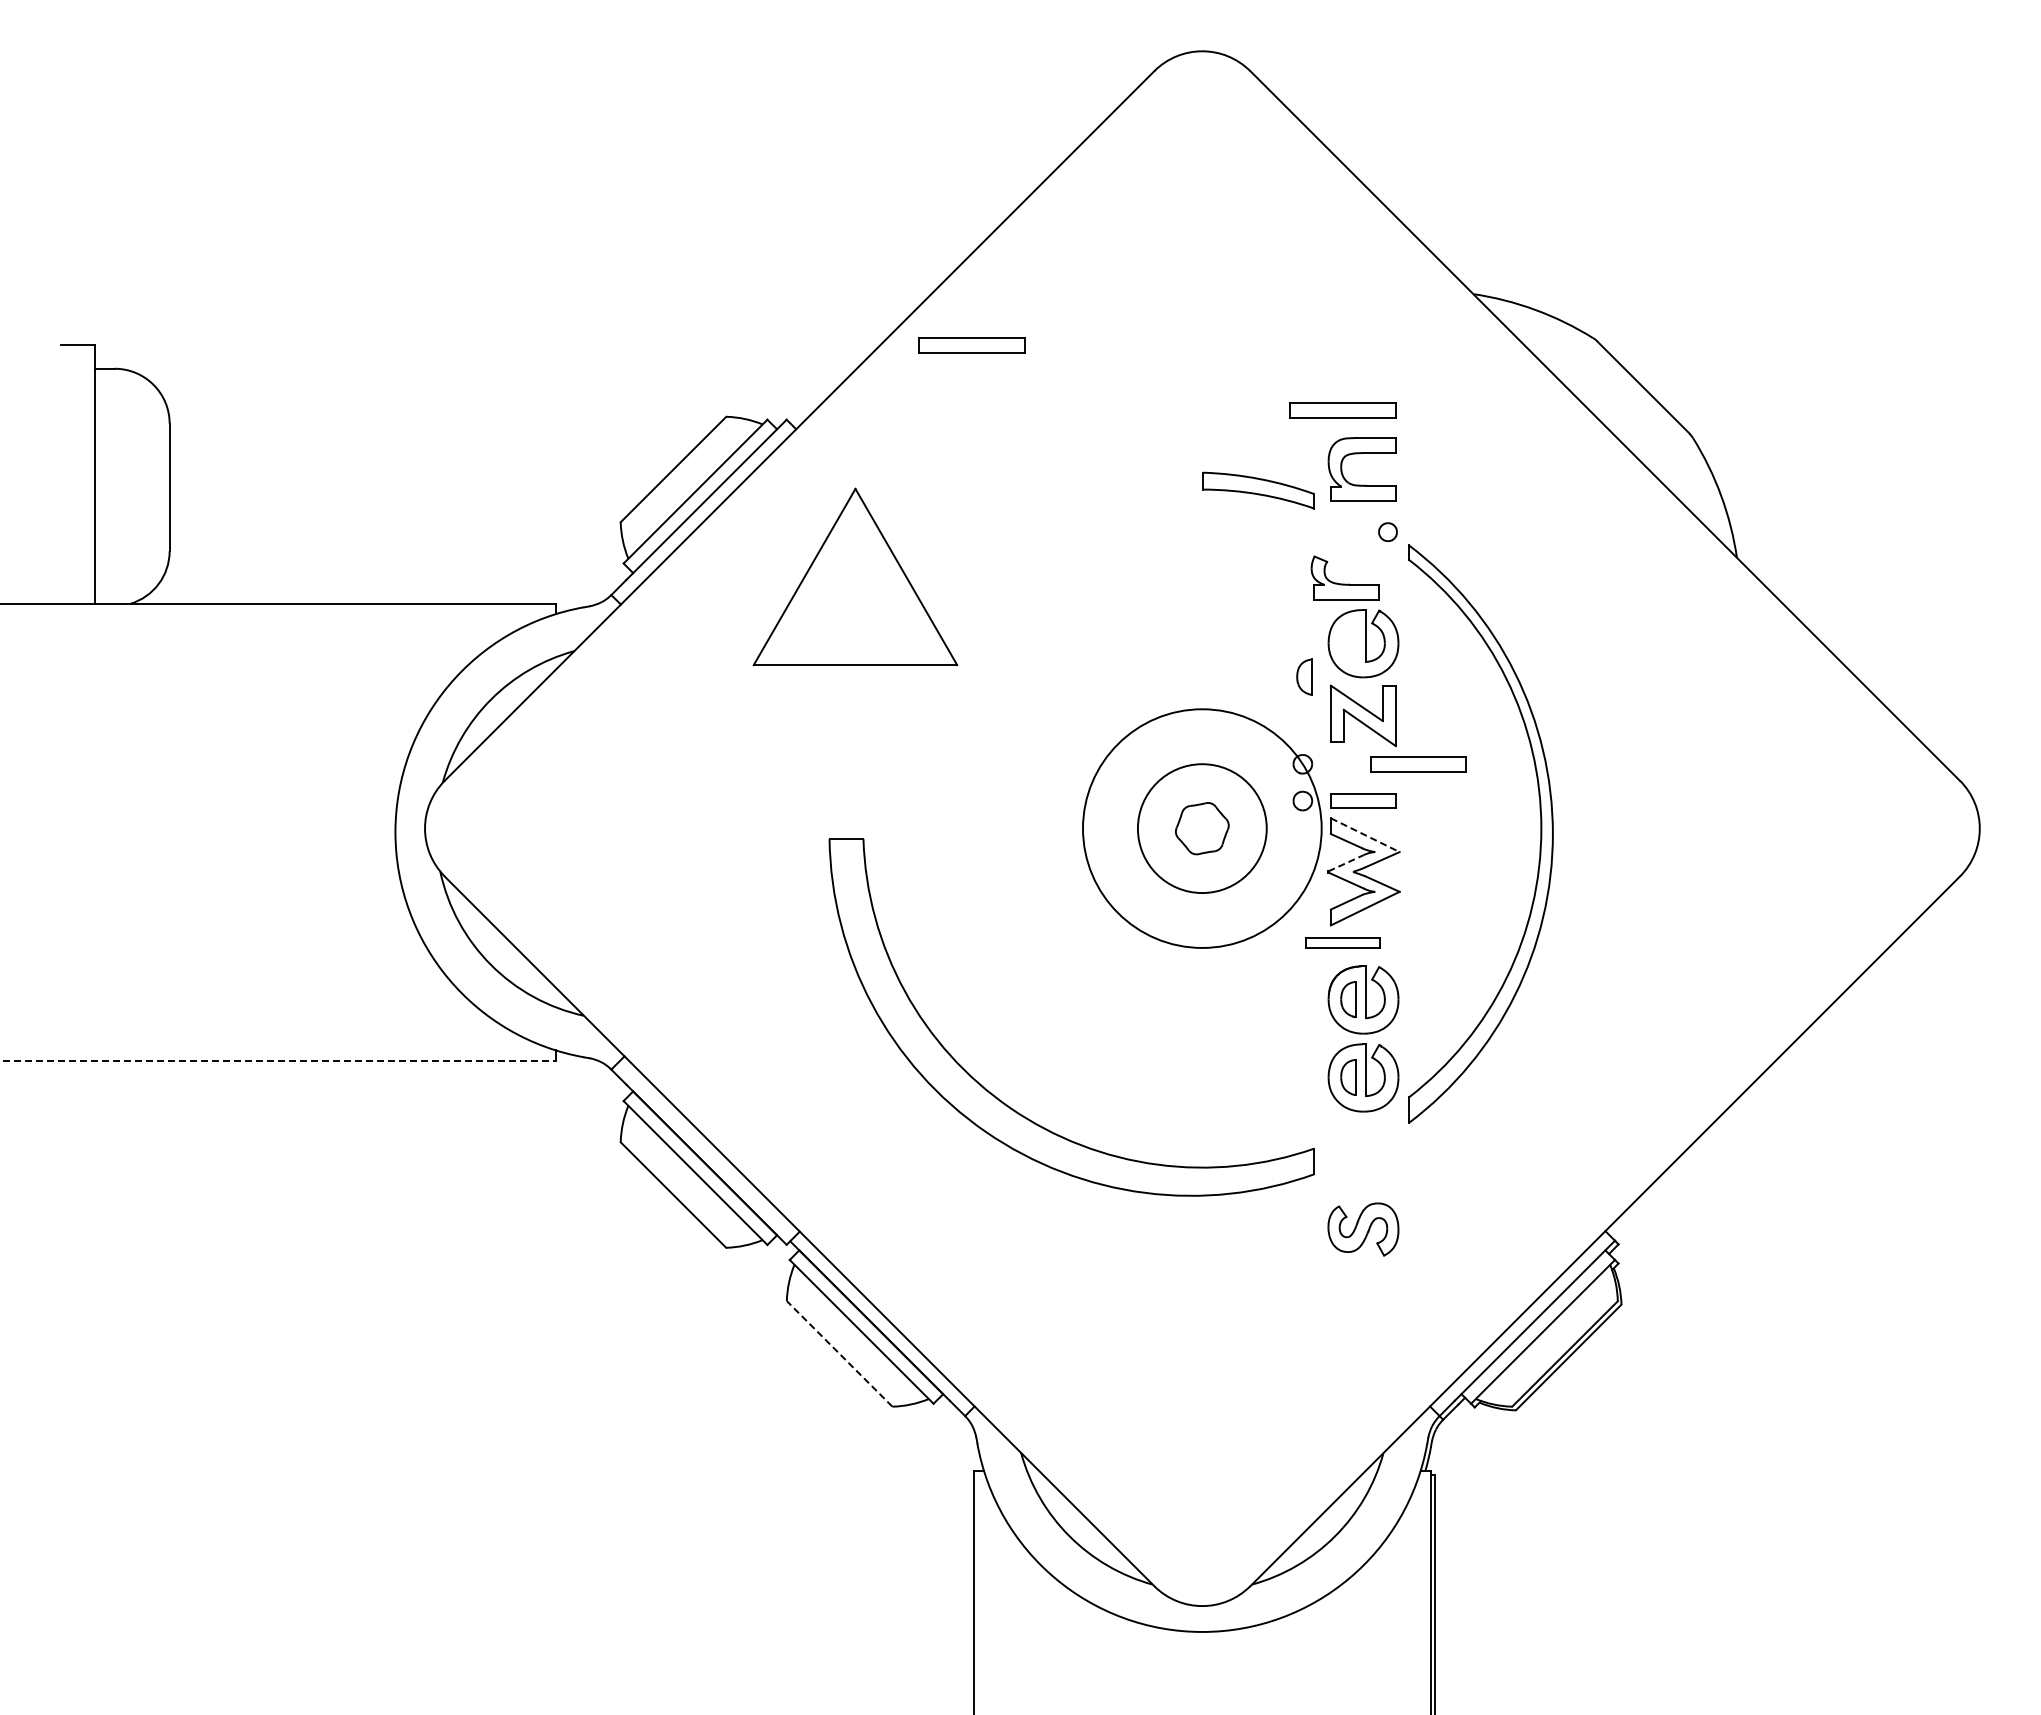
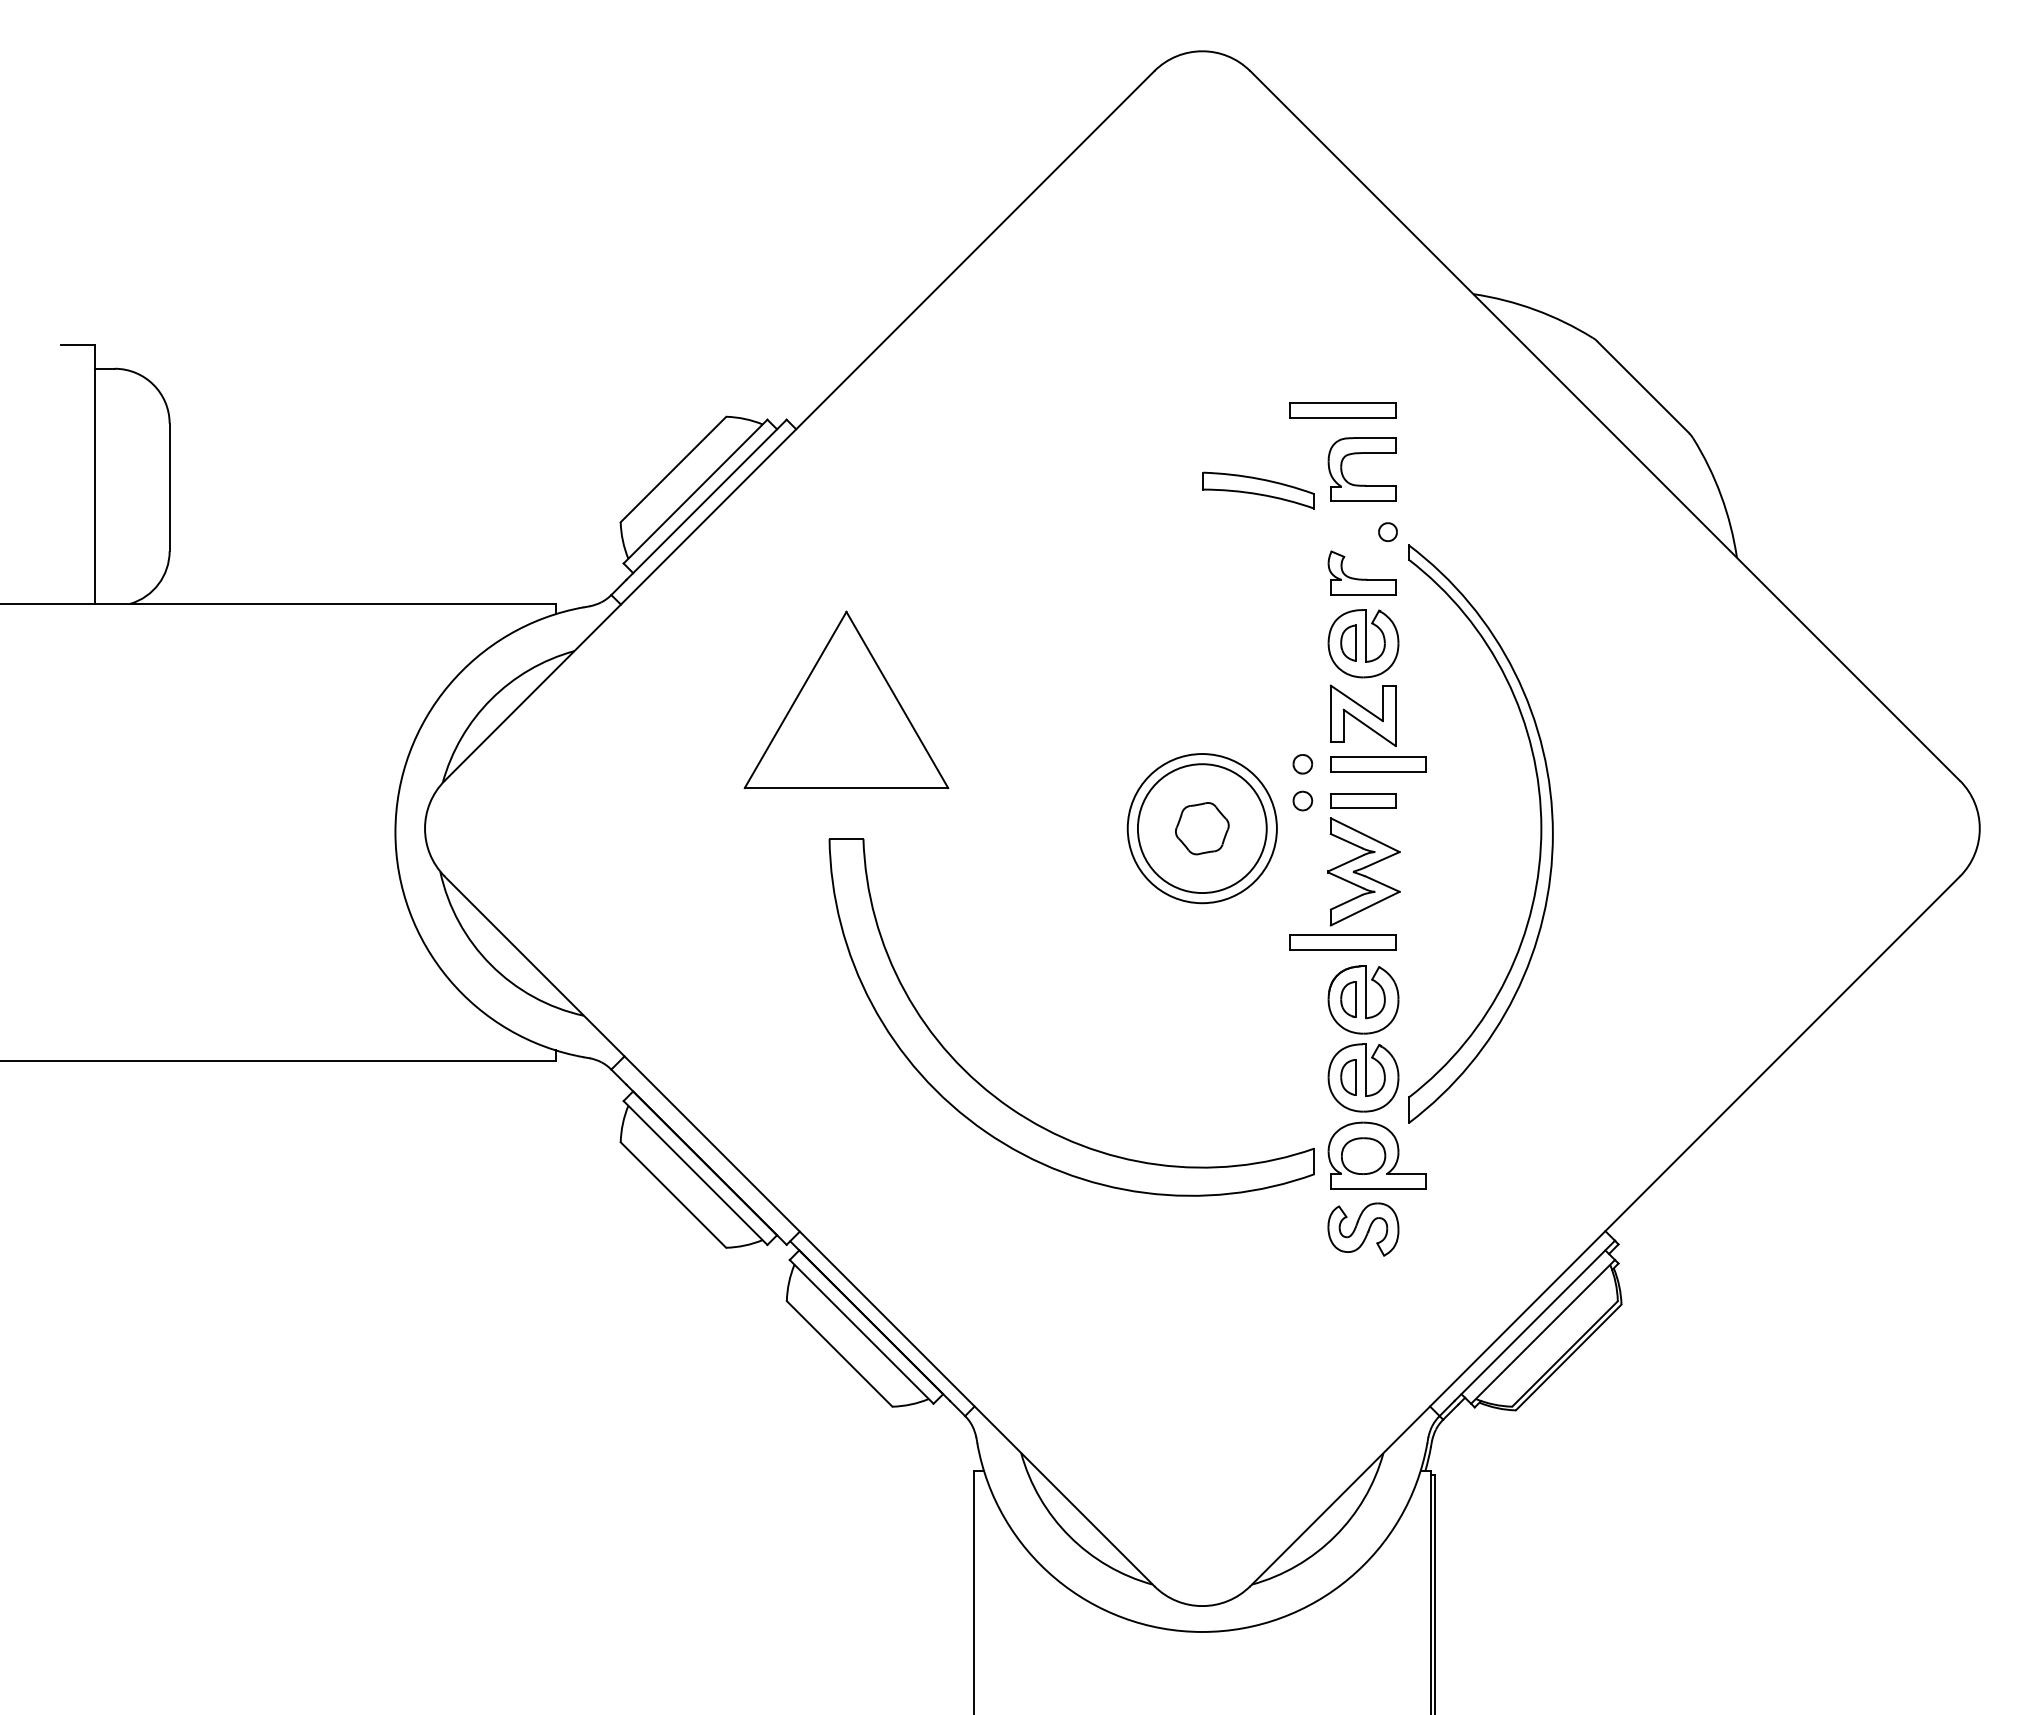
part at (971, 345): present -> none
part at (855, 576) position: (855, 576) -> (846, 699)
part at (1344, 577) position: (1344, 577) -> (1361, 572)
part at (1304, 676) position: (1304, 676) -> (1348, 642)
part at (1418, 764) position: (1418, 764) -> (1378, 764)
circle at (1202, 828) diameter: 239 px -> 149 px
line at (1365, 835): dashed -> solid
line at (1346, 863): dashed -> solid
part at (1342, 942) size: 76x12 px -> 108x17 px
line at (278, 1060): dashed -> solid
part at (1376, 1155): none -> present
line at (839, 1353): dashed -> solid
